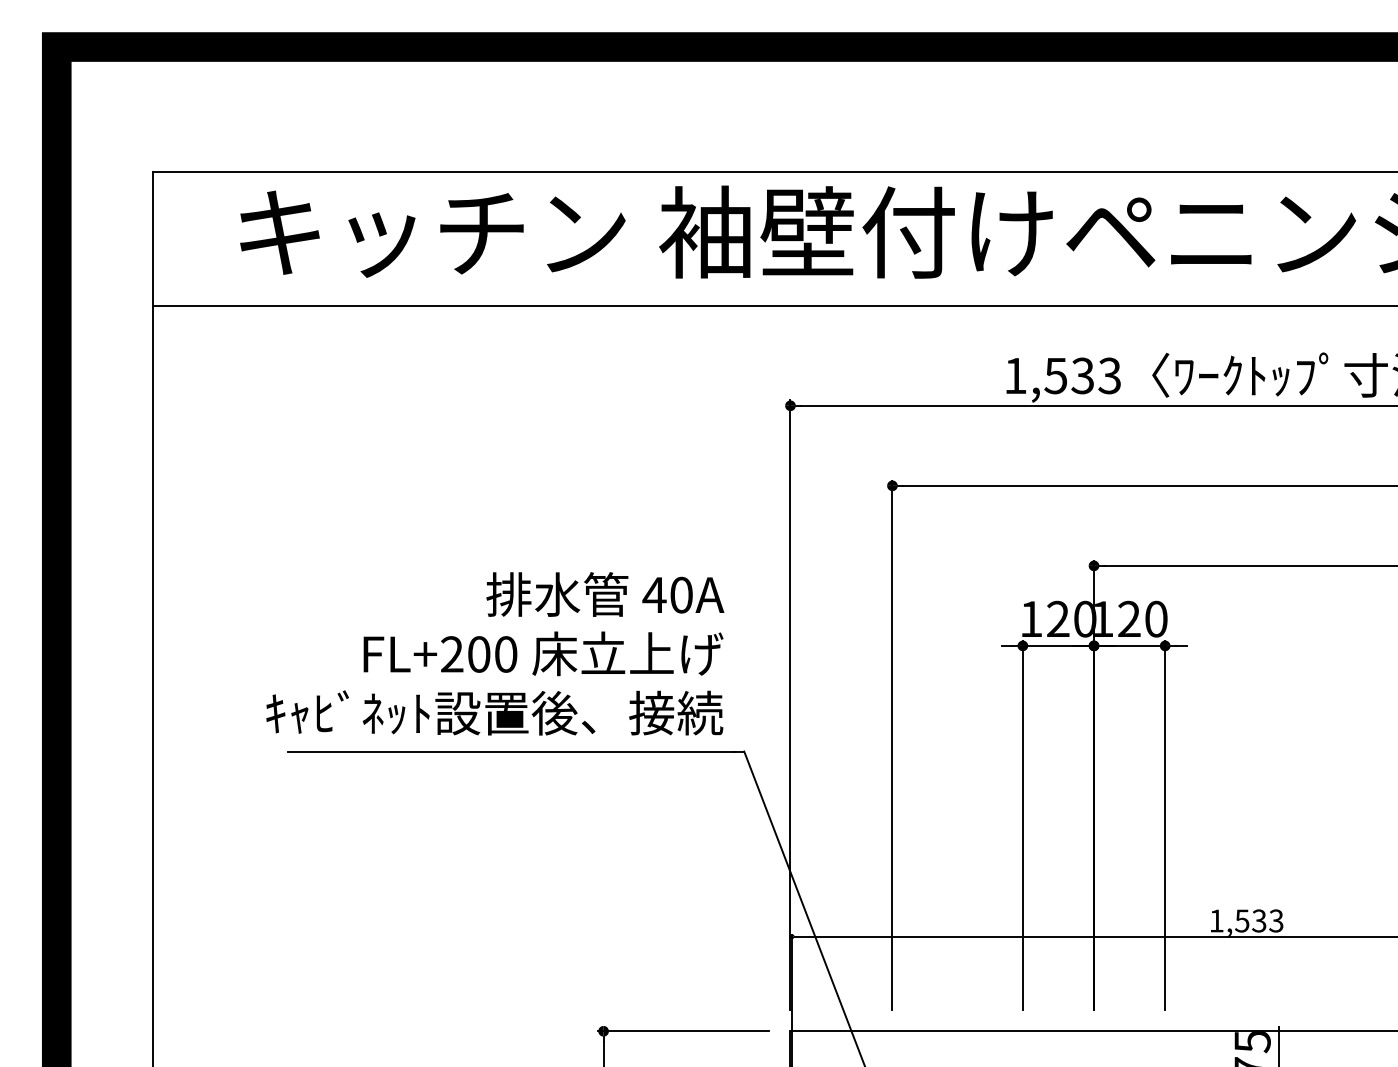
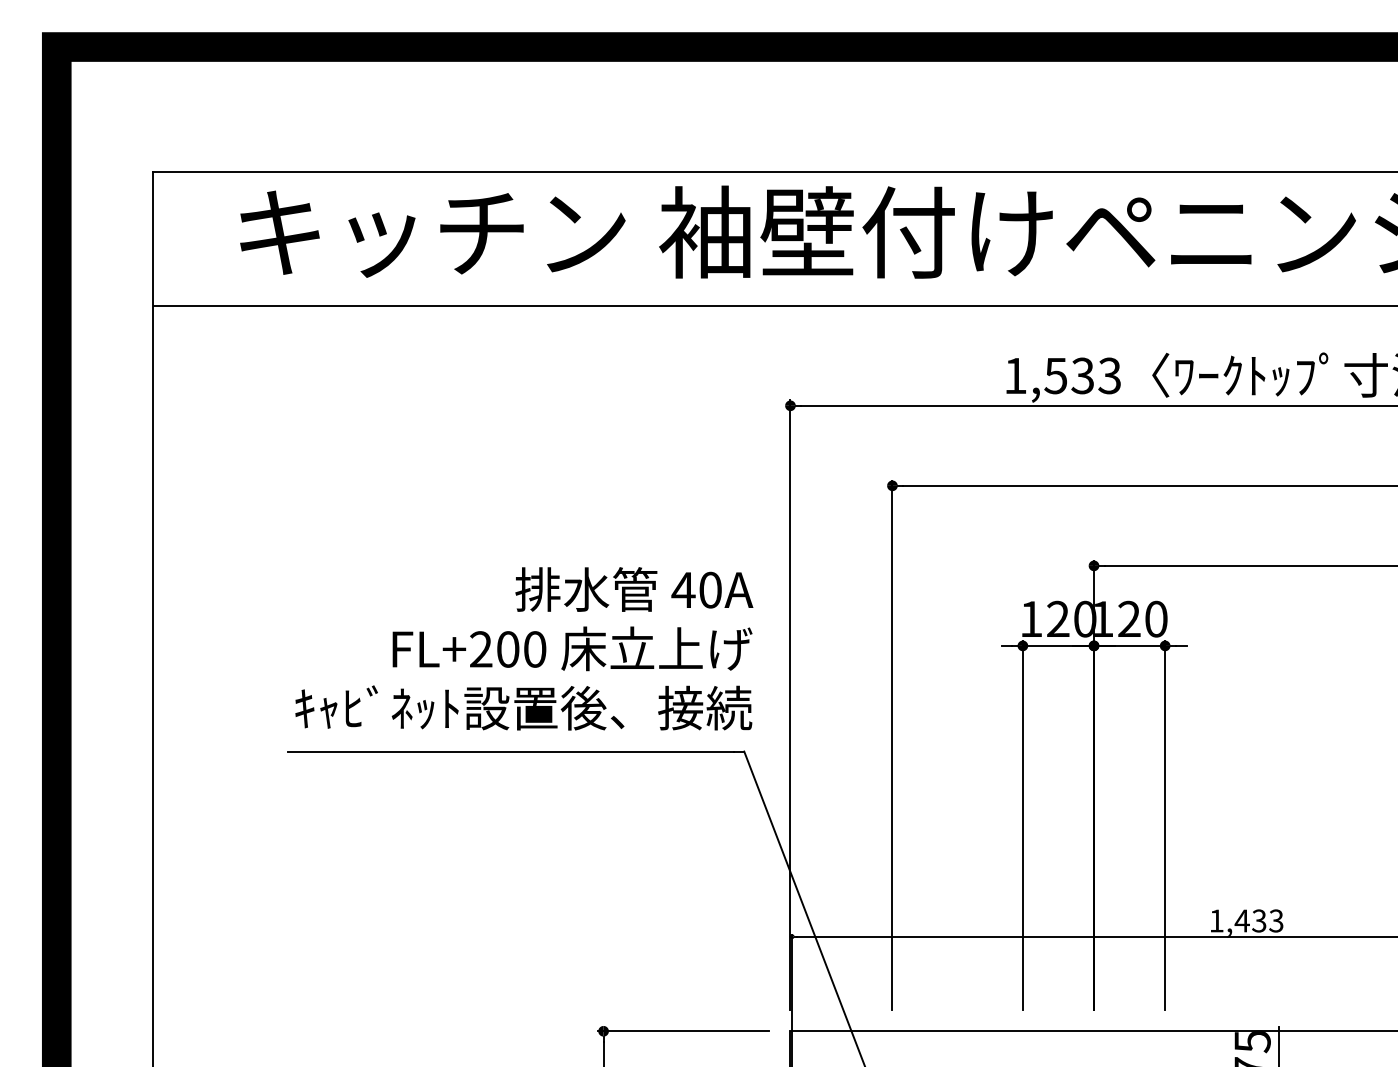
text at (495, 653) position: (495, 653) -> (524, 648)
text at (1241, 920): 1,533 -> 1,433
